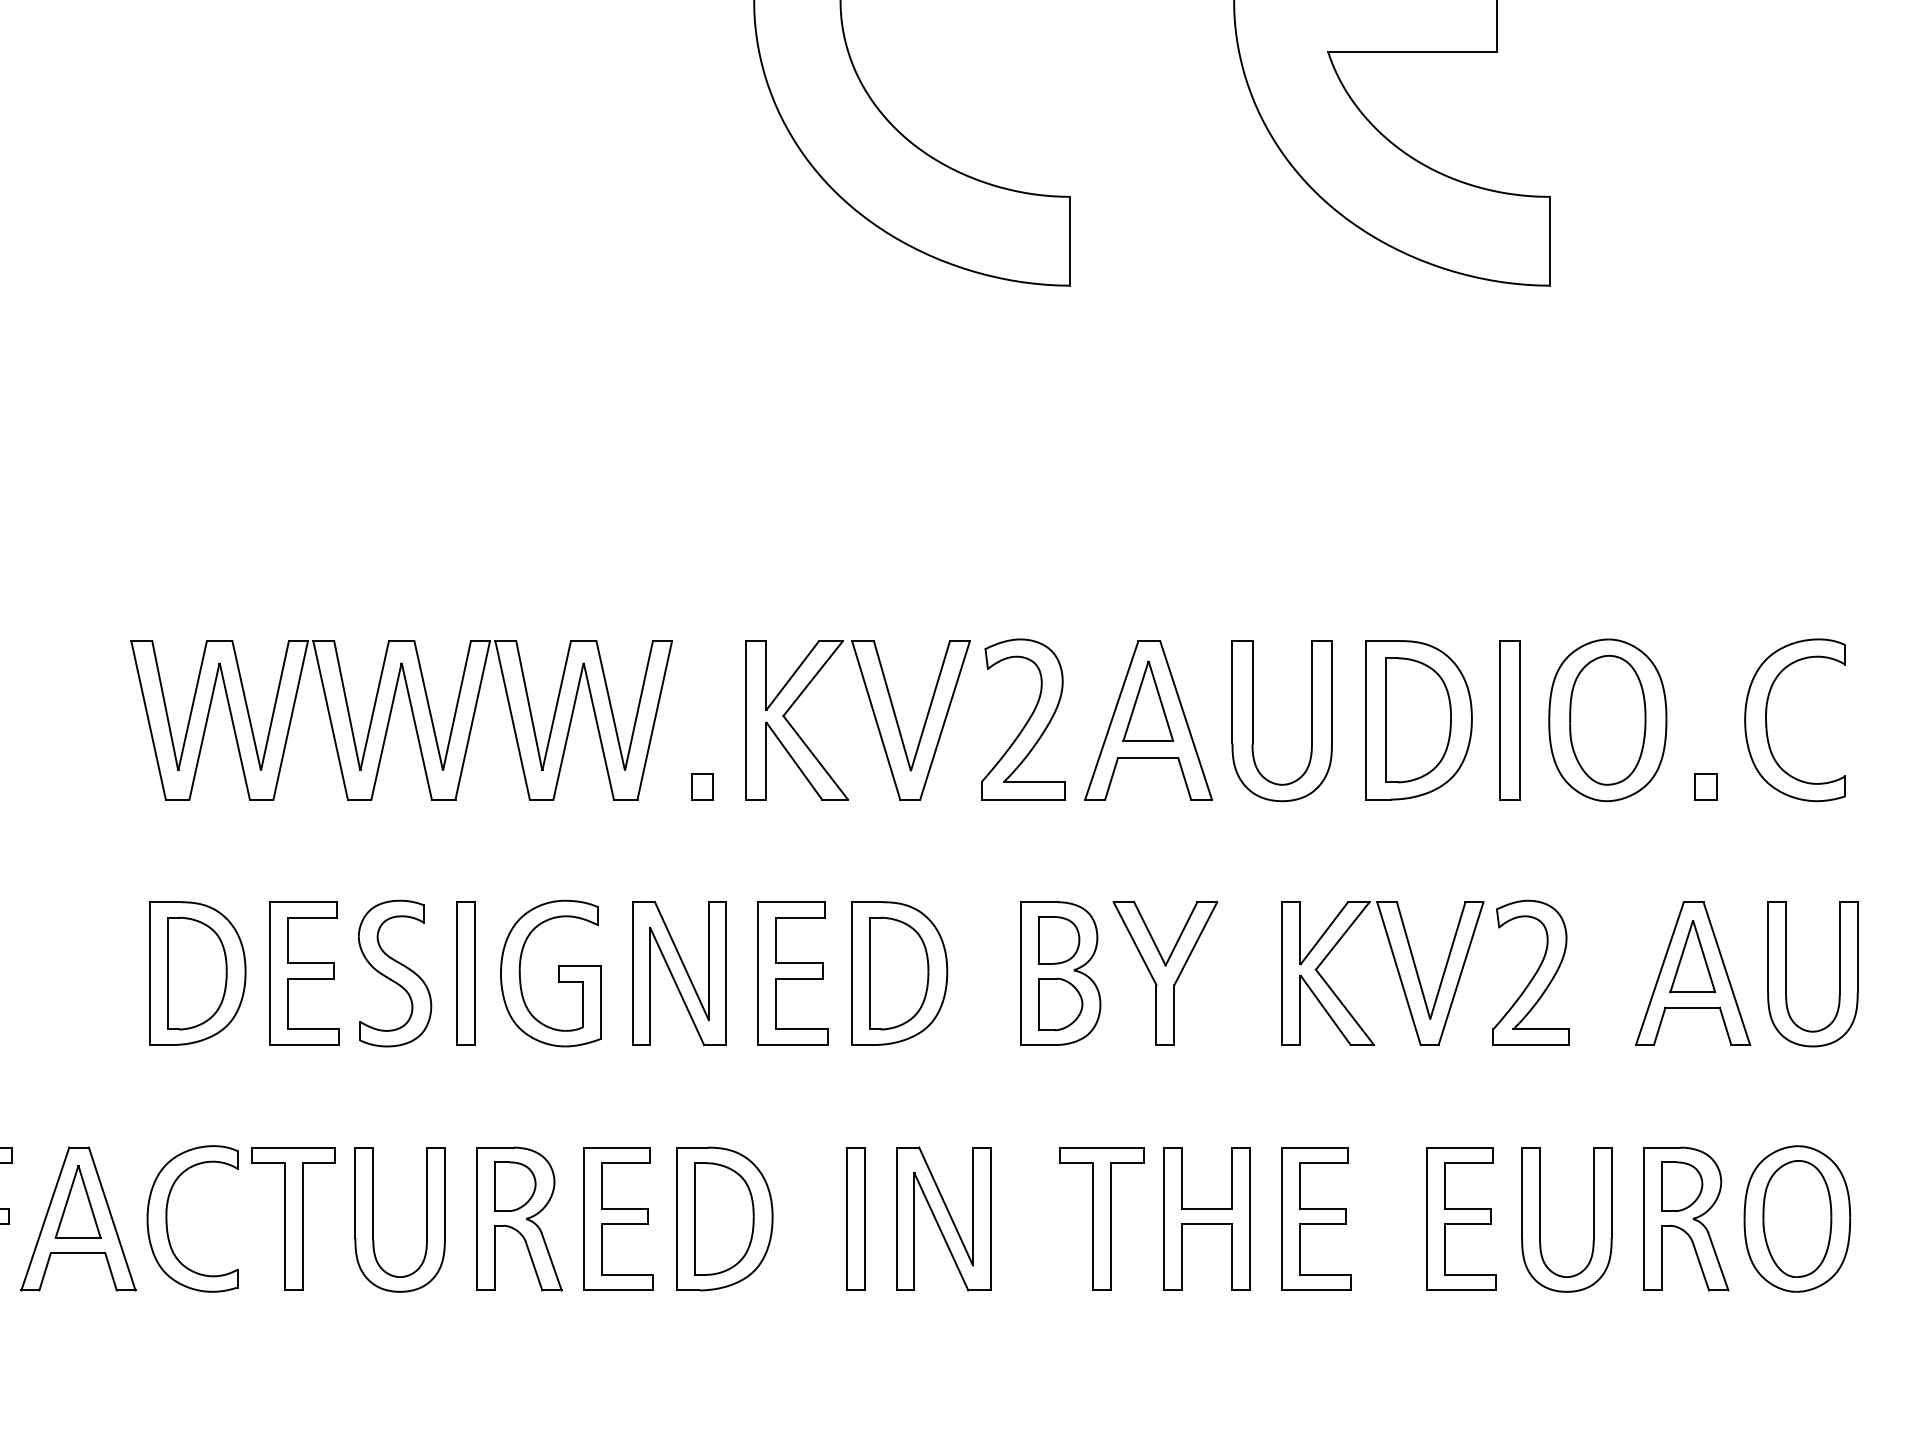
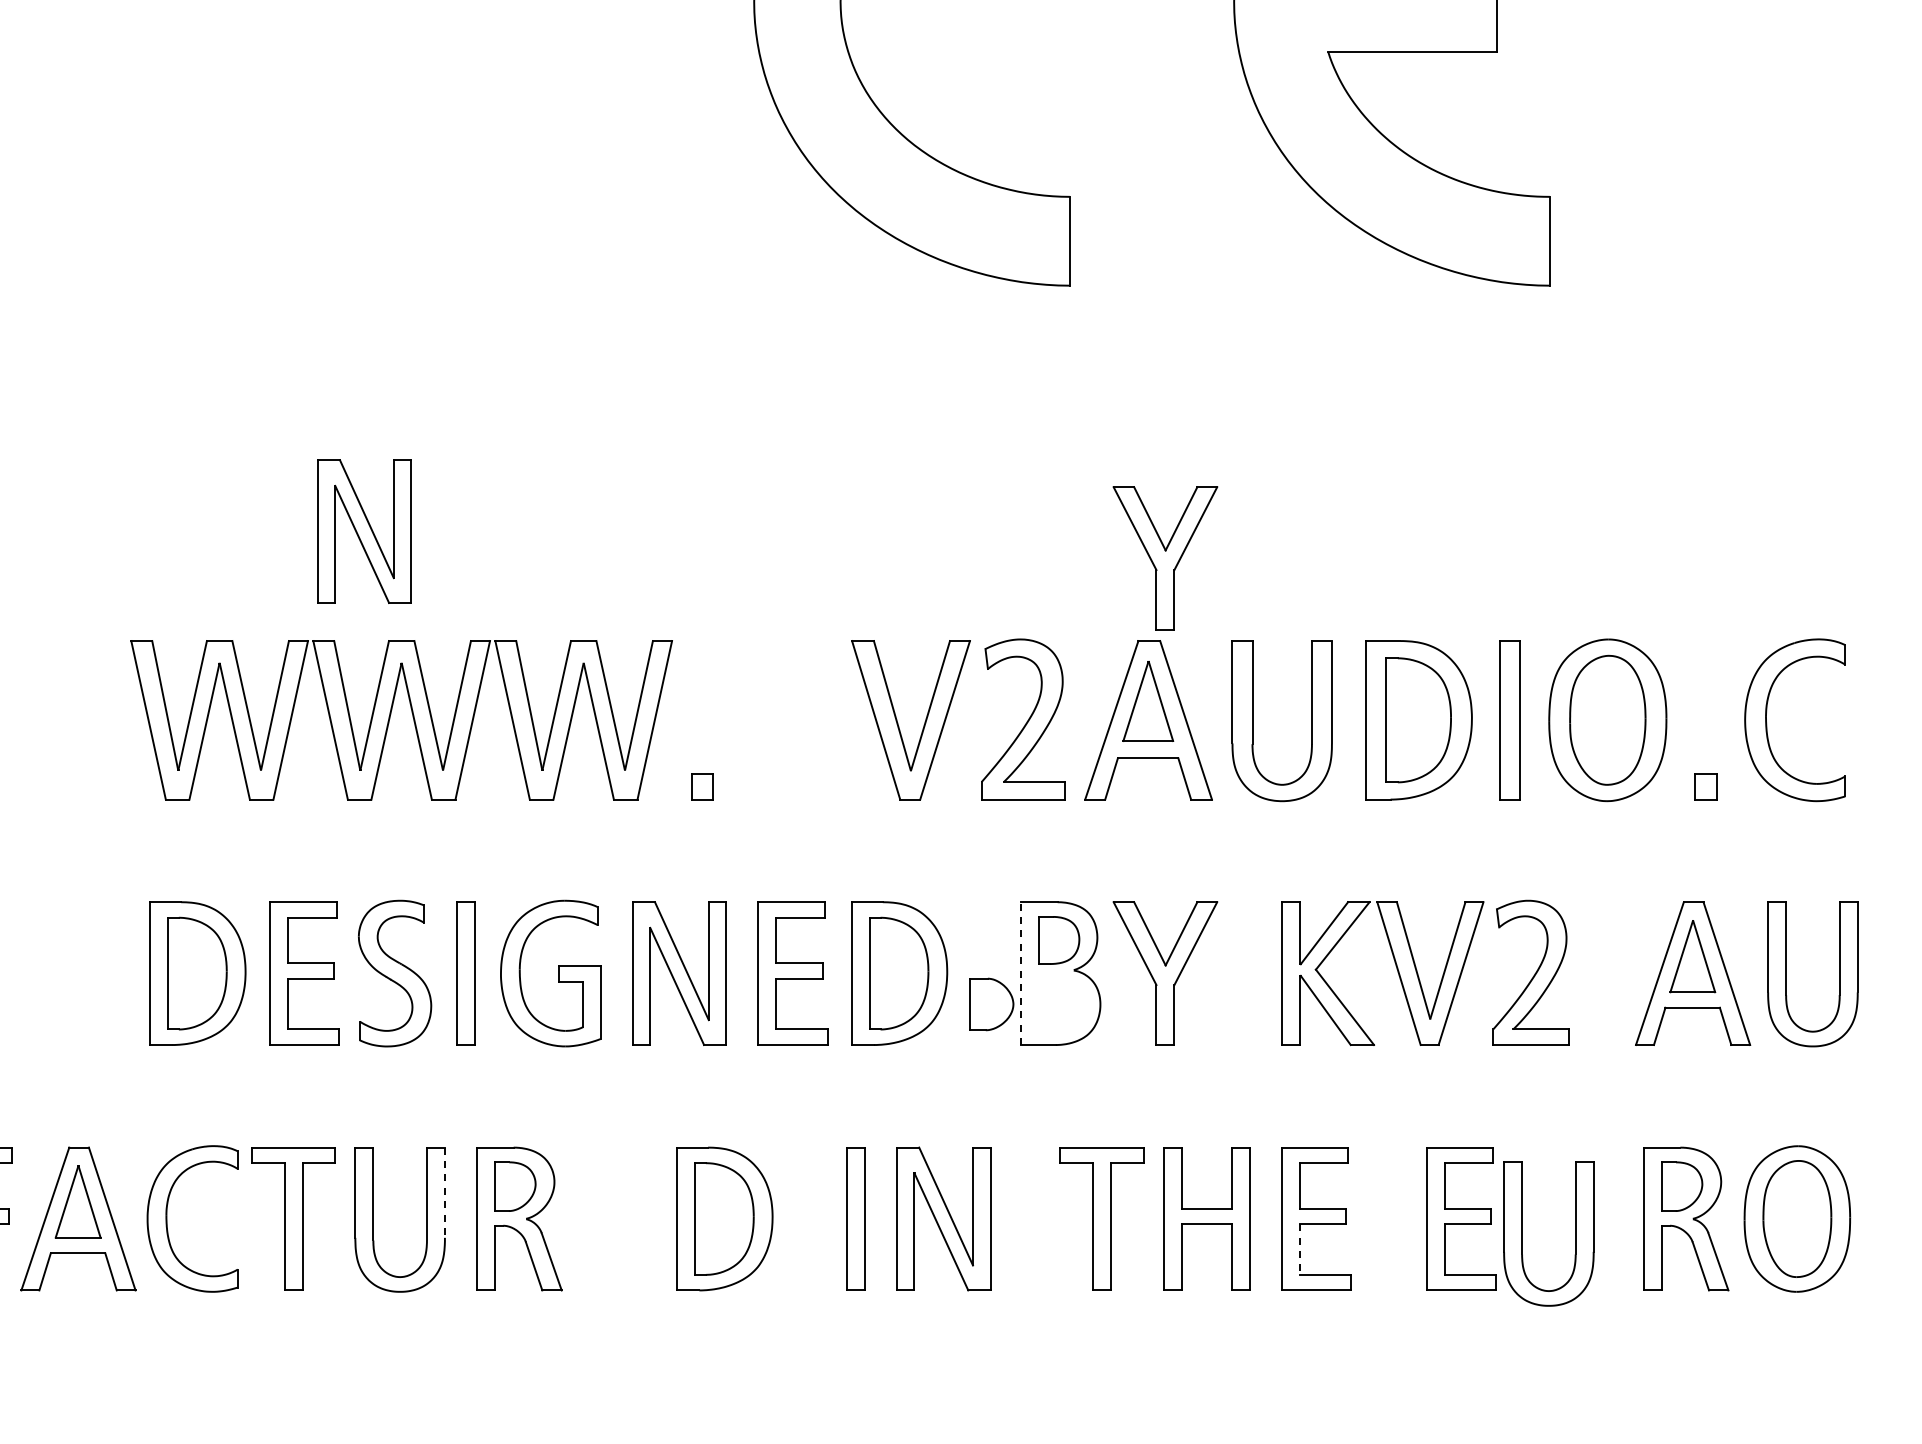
part at (364, 531): none -> present
part at (1165, 558): none -> present
part at (791, 724): present -> none
line at (1021, 973): solid -> dashed
part at (1060, 1004) position: (1060, 1004) -> (991, 1004)
line at (444, 1193): solid -> dashed
part at (618, 1218): present -> none
part at (1540, 1219) position: (1540, 1219) -> (1522, 1233)
line at (1299, 1250): solid -> dashed
